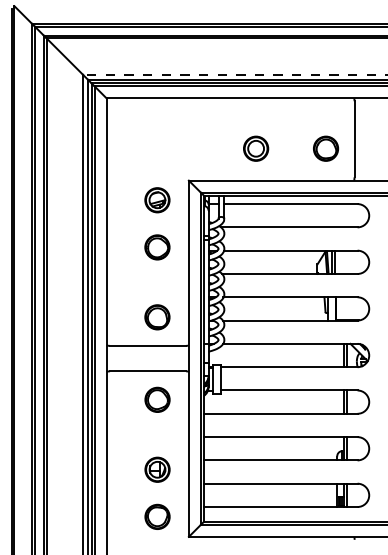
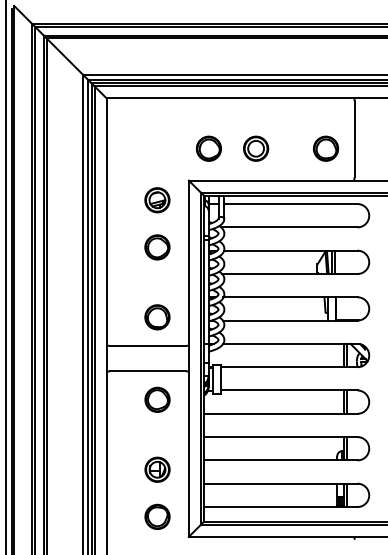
line at (235, 74): dashed -> solid
part at (208, 148): none -> present
line at (5, 276): none -> present
